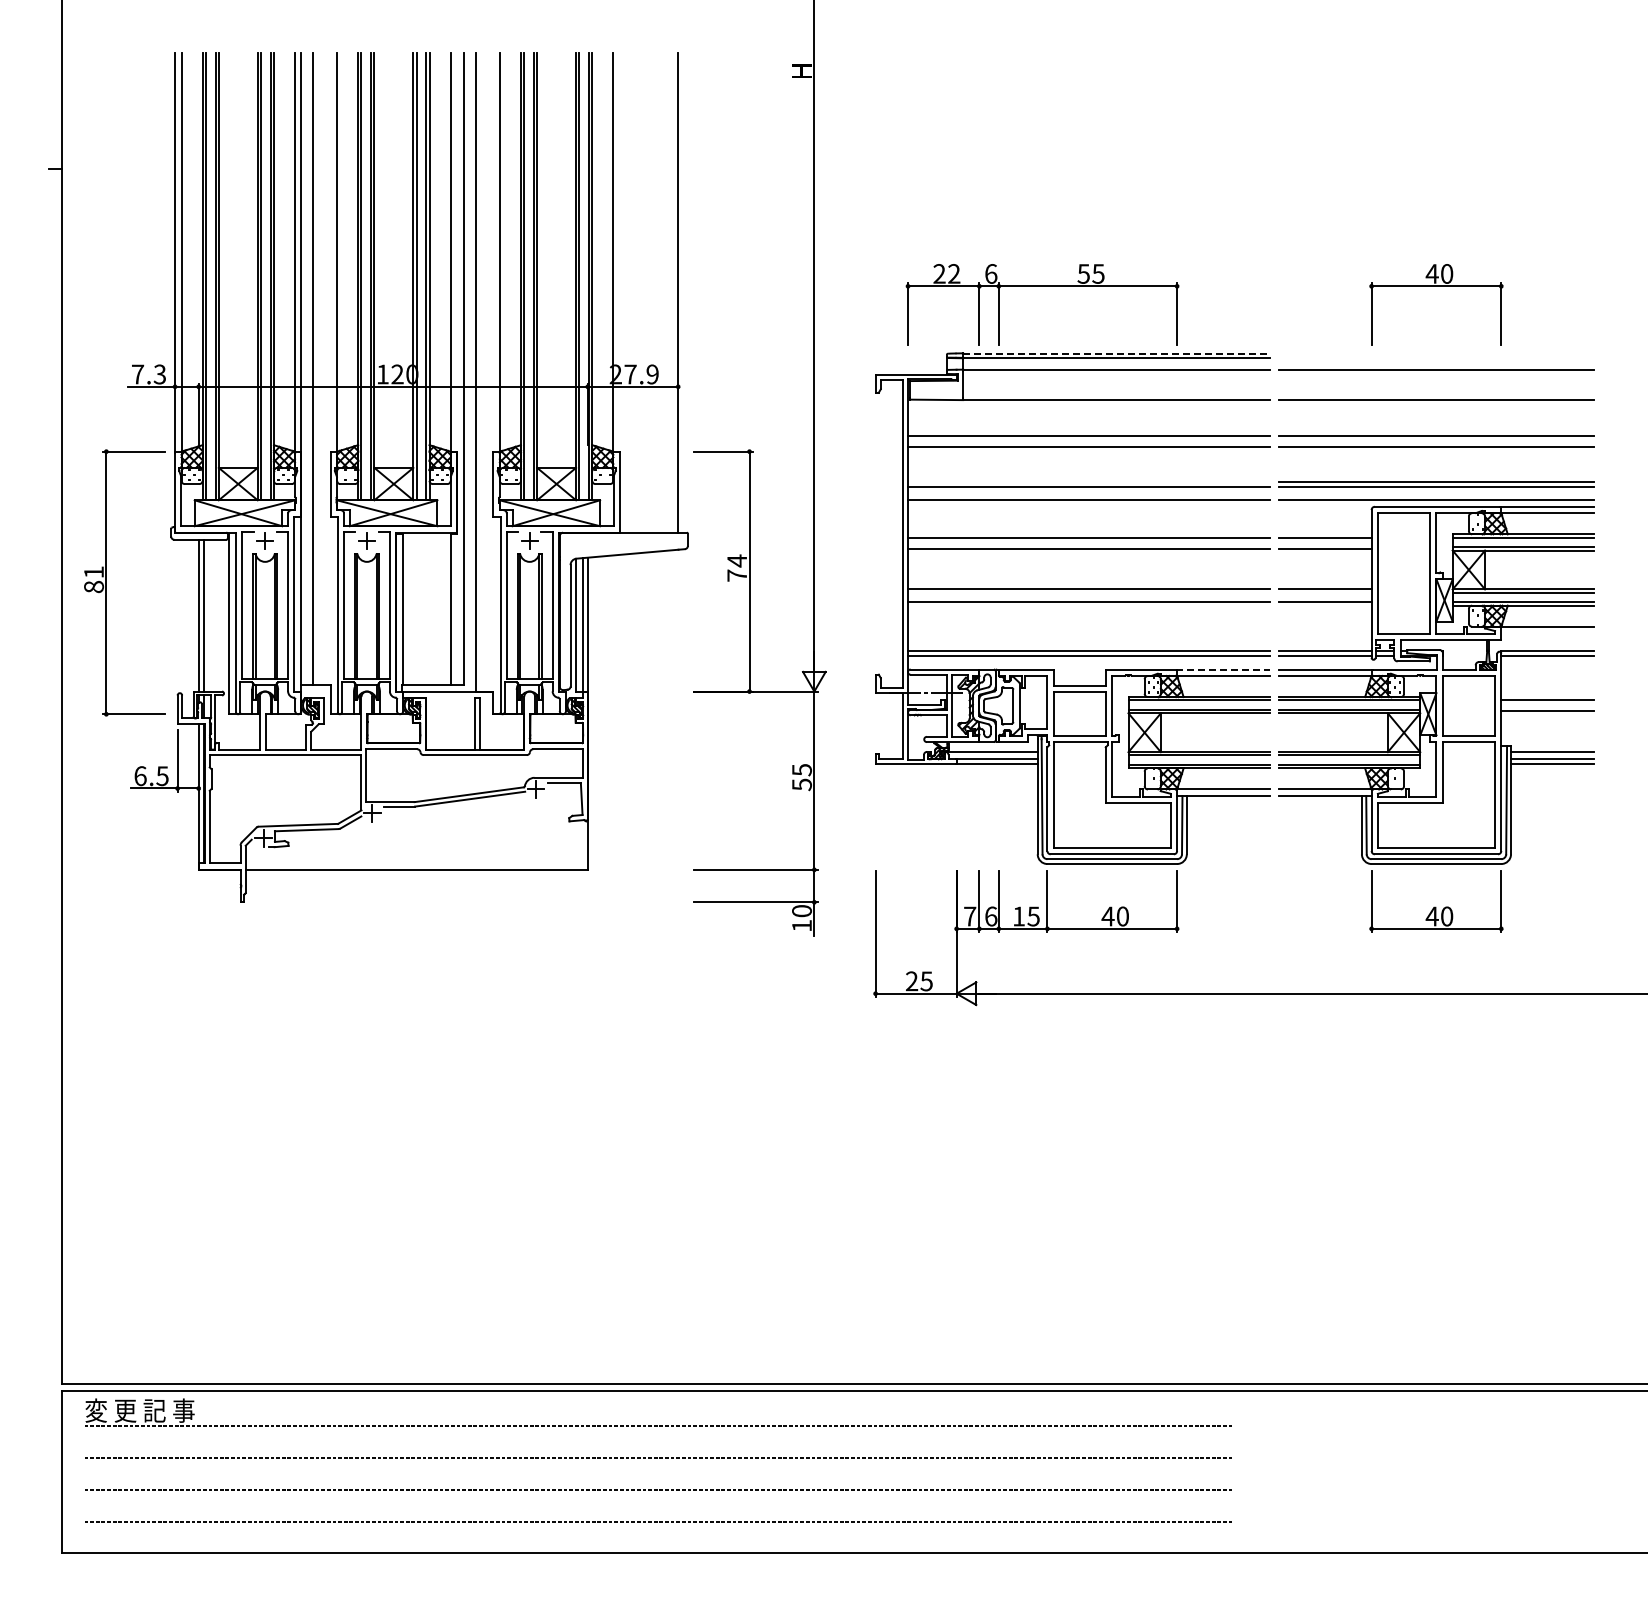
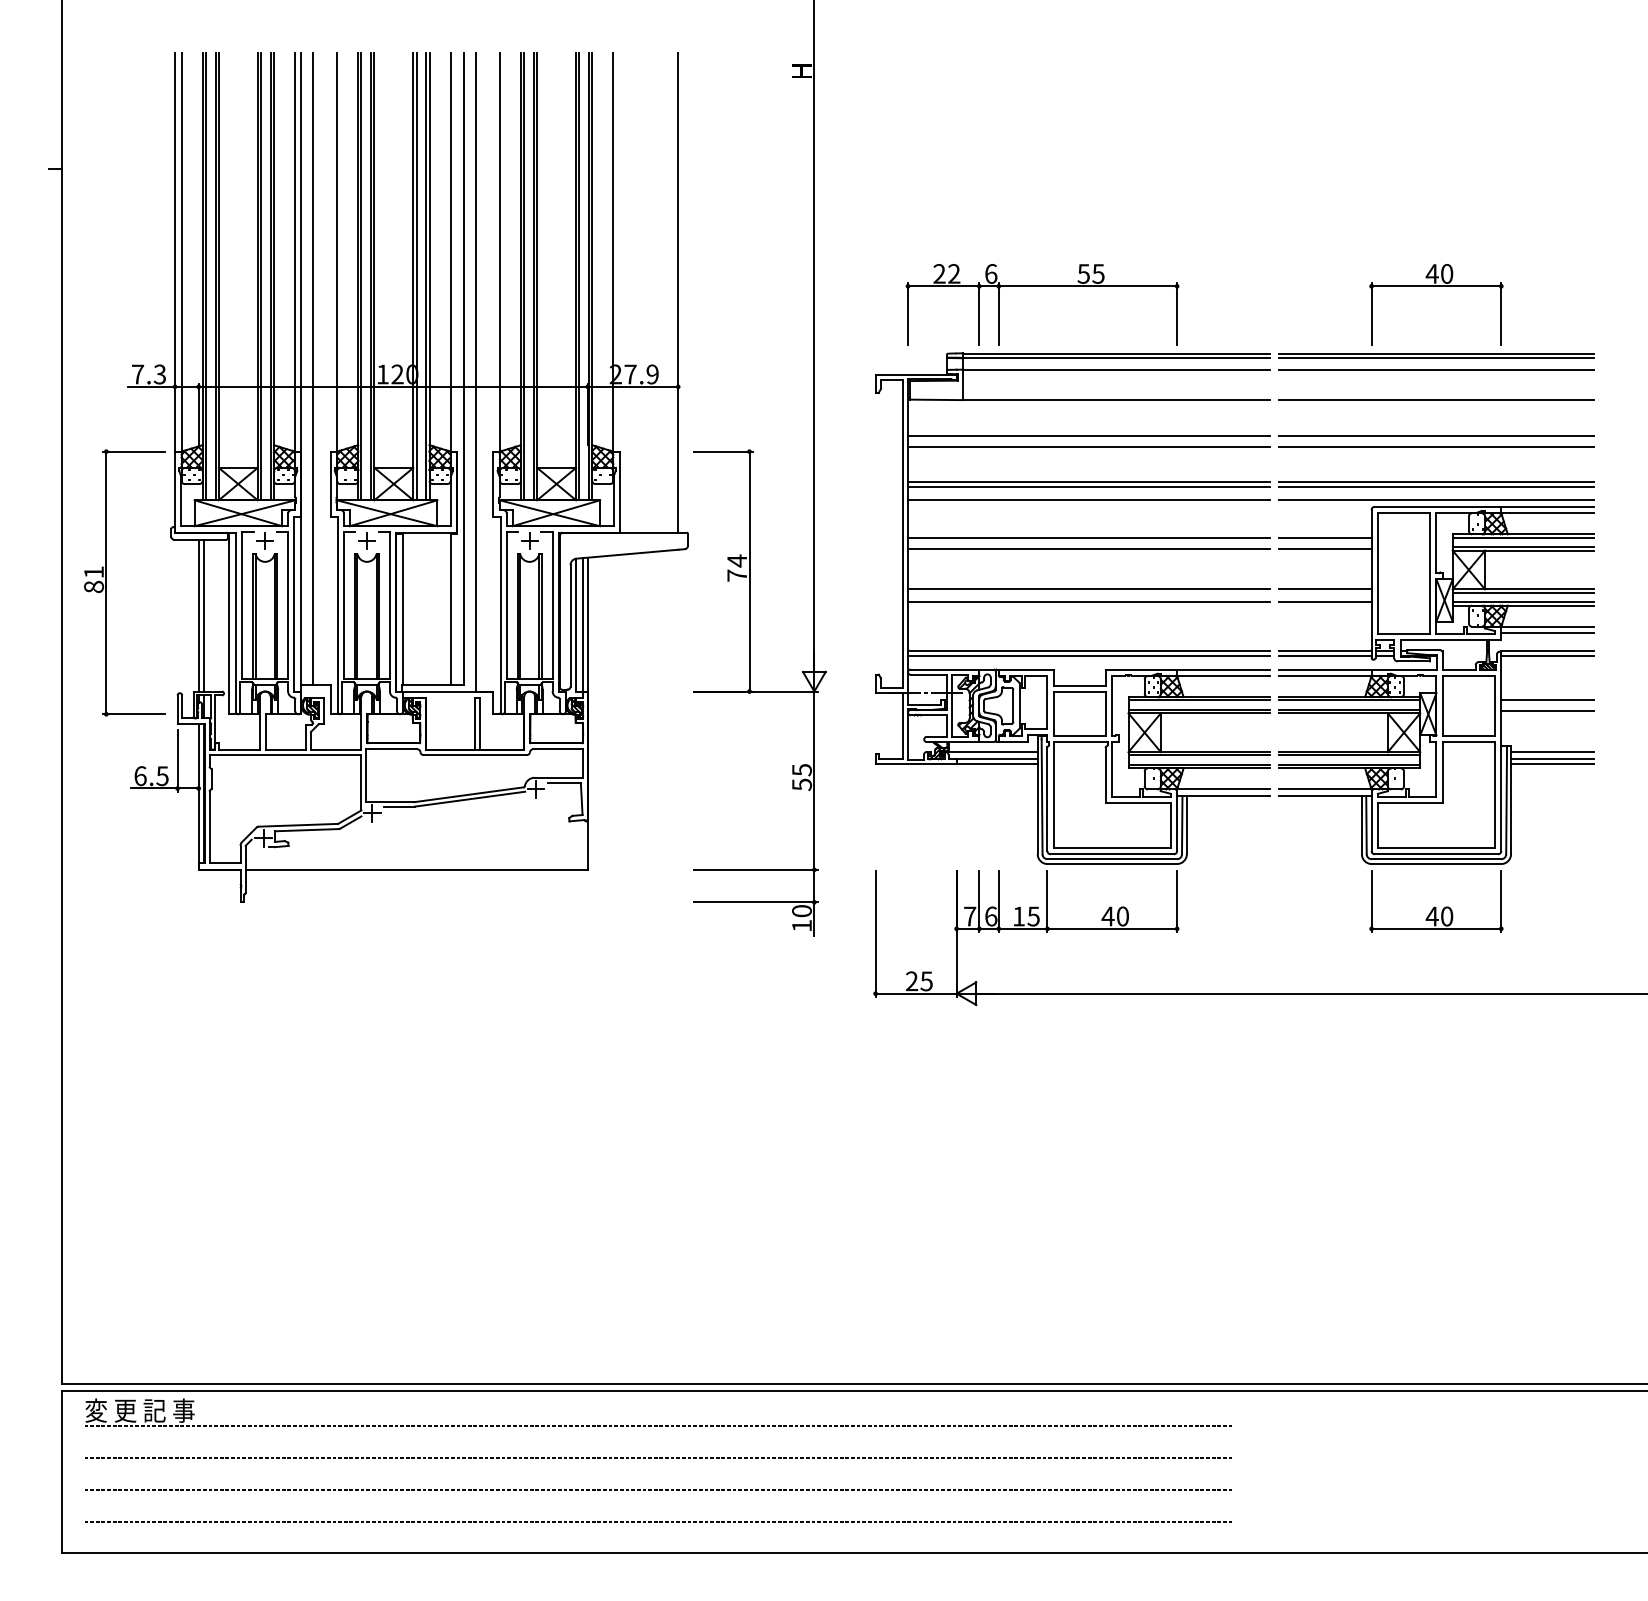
line at (1116, 353): dashed -> solid
part at (1436, 355): none -> present
line at (1088, 482): none -> present
line at (1547, 633): none -> present
line at (1222, 669): dashed -> solid
